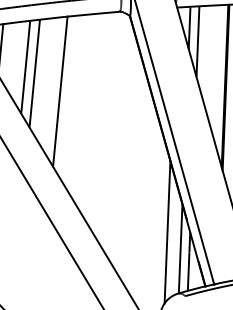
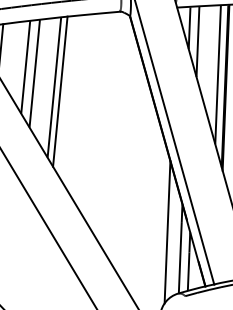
line at (217, 74): none -> present
line at (54, 87): none -> present
line at (52, 222) position: (52, 222) -> (48, 228)
